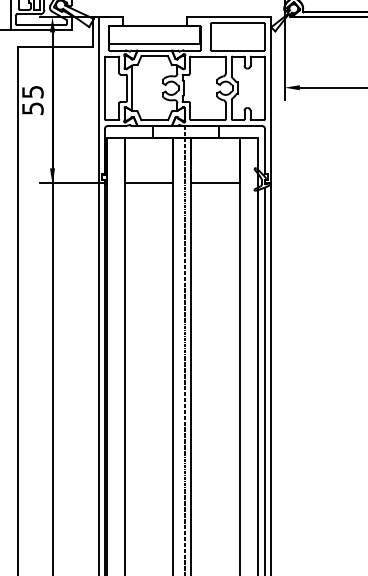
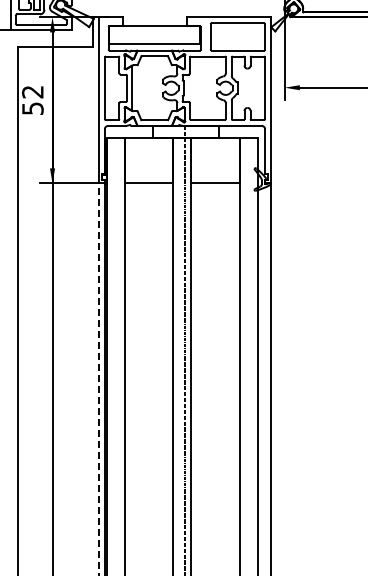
text at (32, 92): 55 -> 52
line at (98, 379): solid -> dashed
line at (265, 379): present -> none
